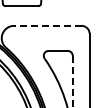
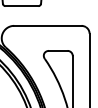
line at (47, 25): dashed -> solid
line at (72, 82): dashed -> solid
